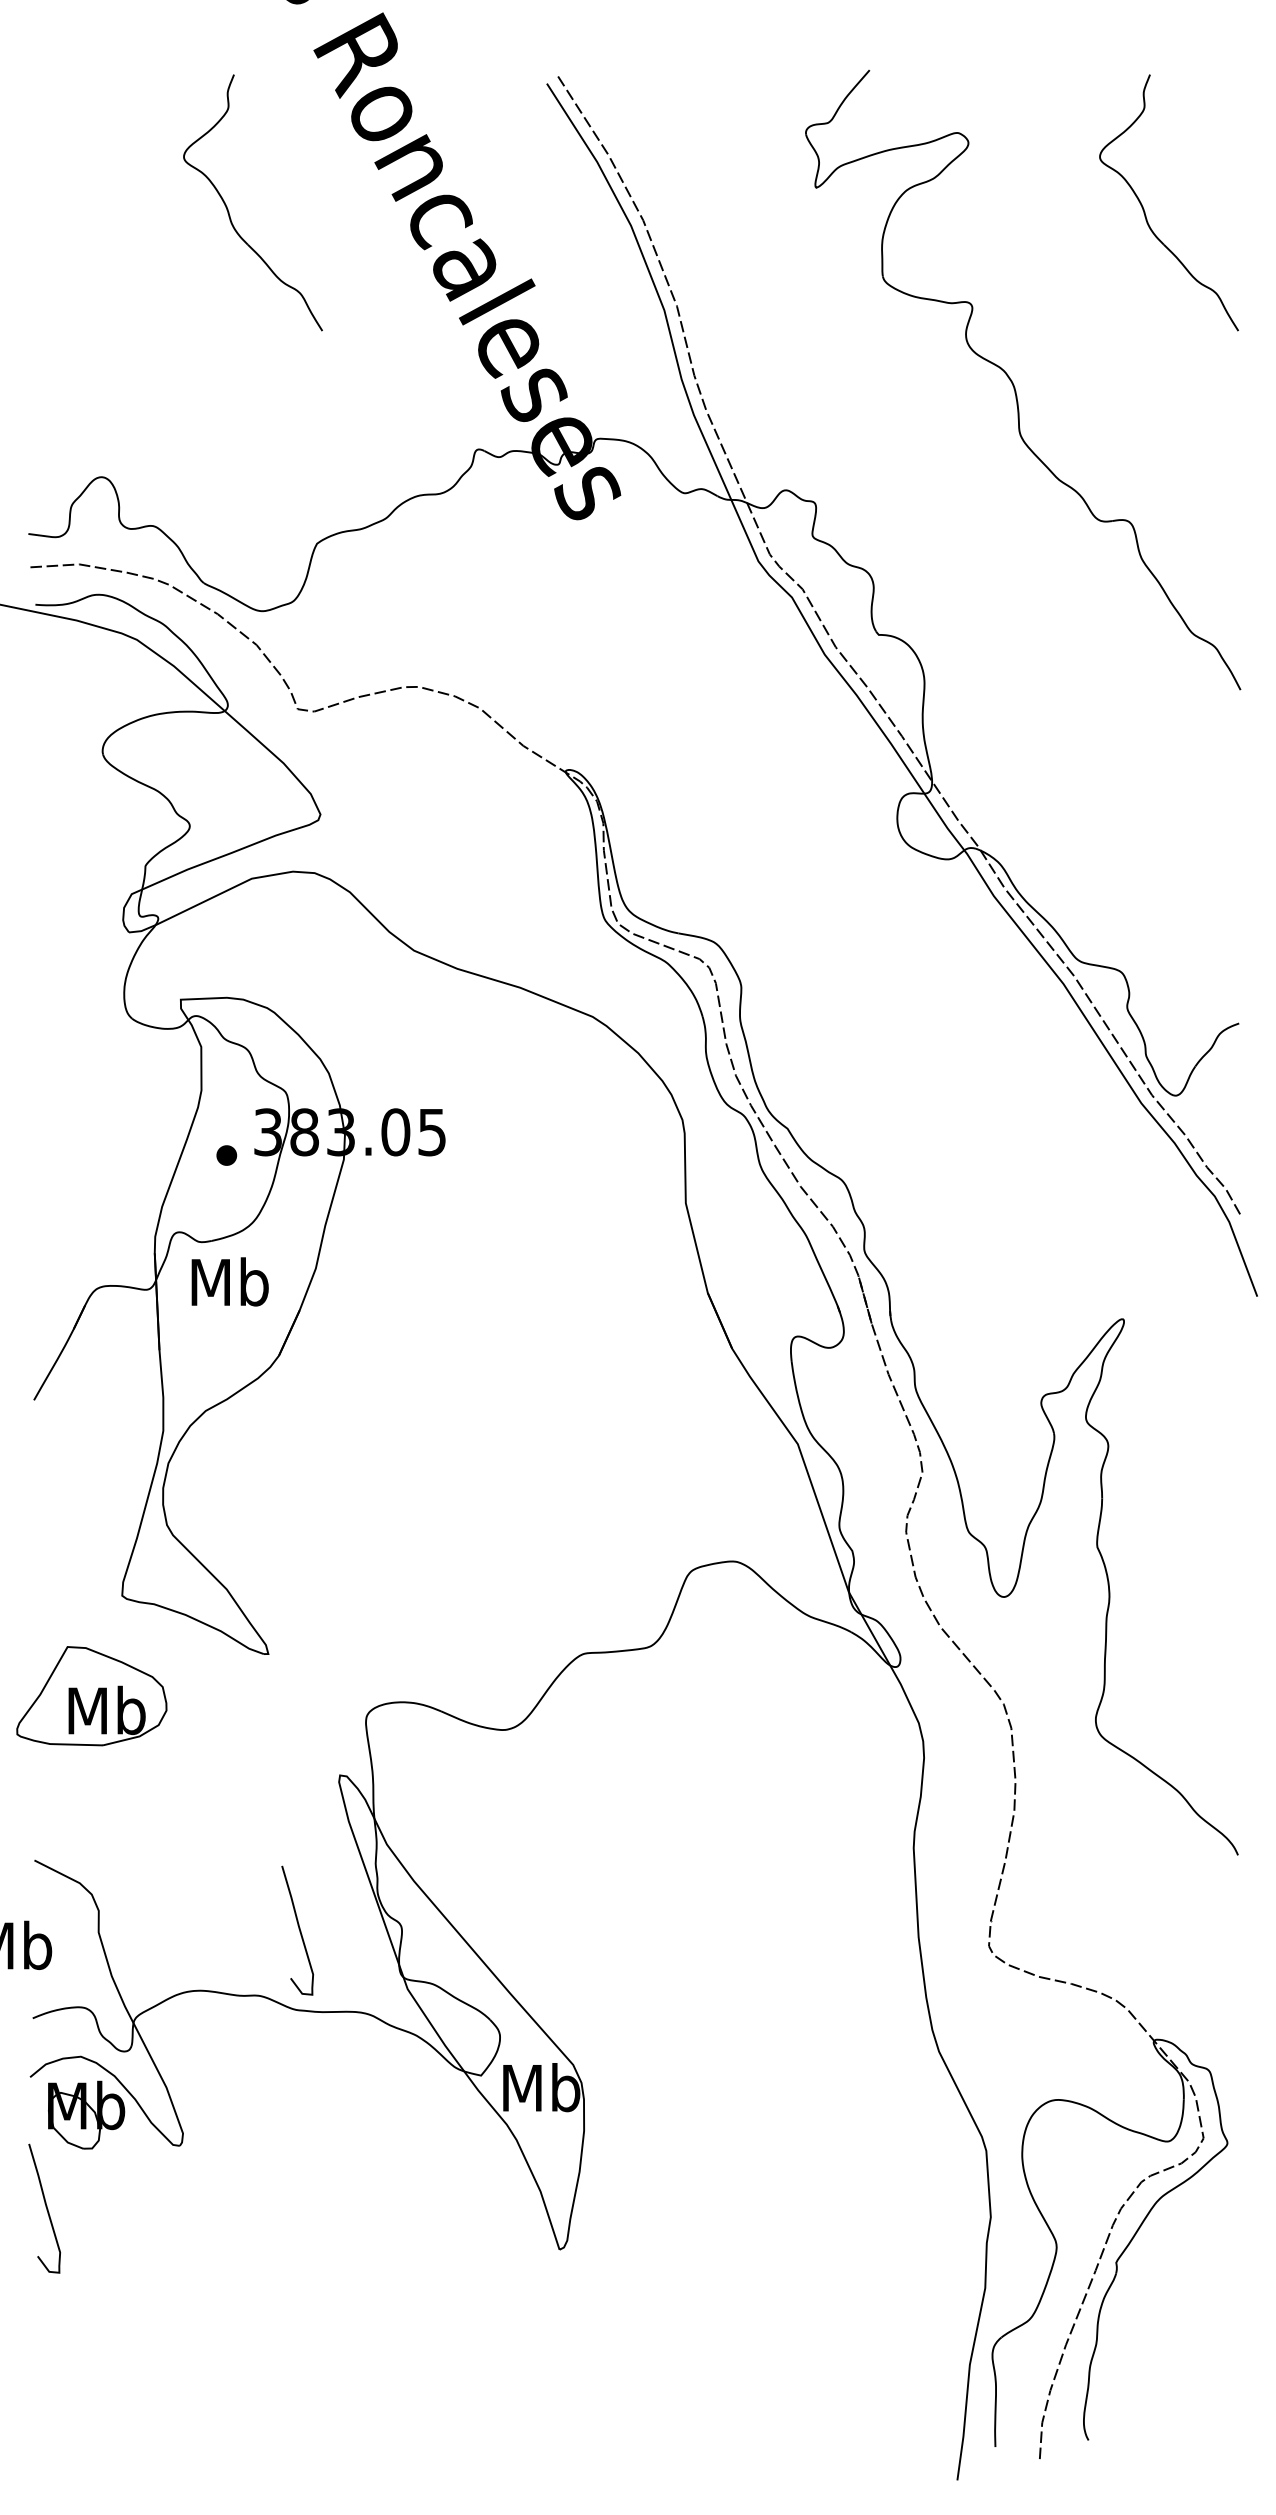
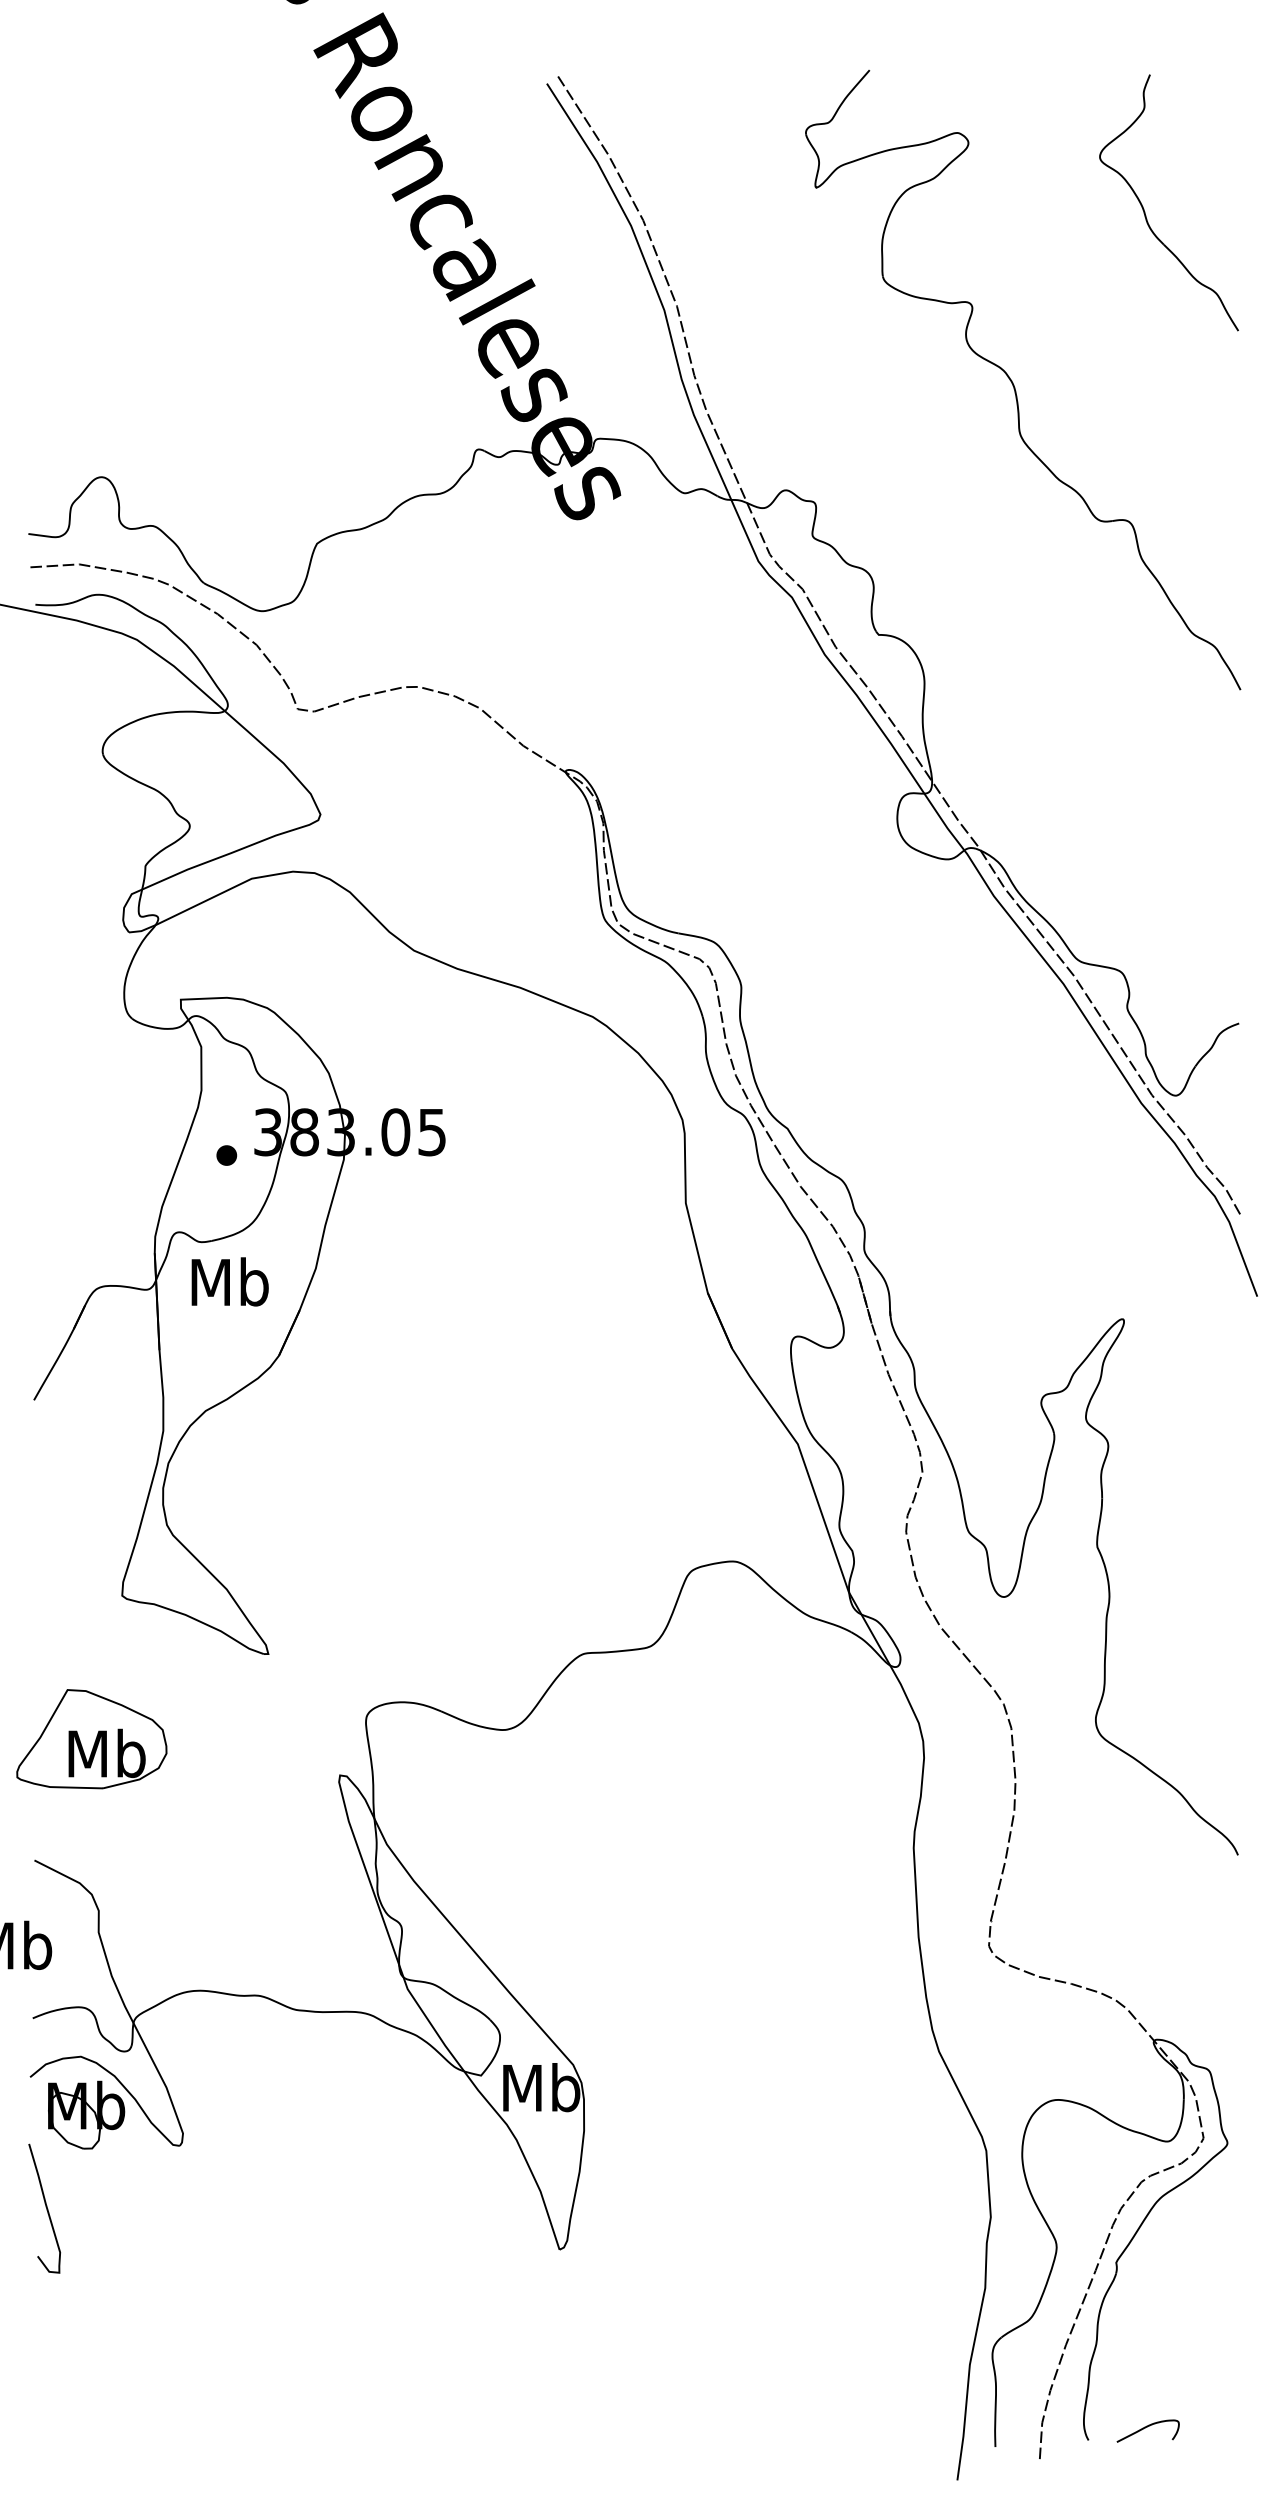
part at (229, 211): present -> none
part at (91, 1696) position: (91, 1696) -> (91, 1739)
curve at (298, 1929): present -> none
curve at (1145, 2428): none -> present
